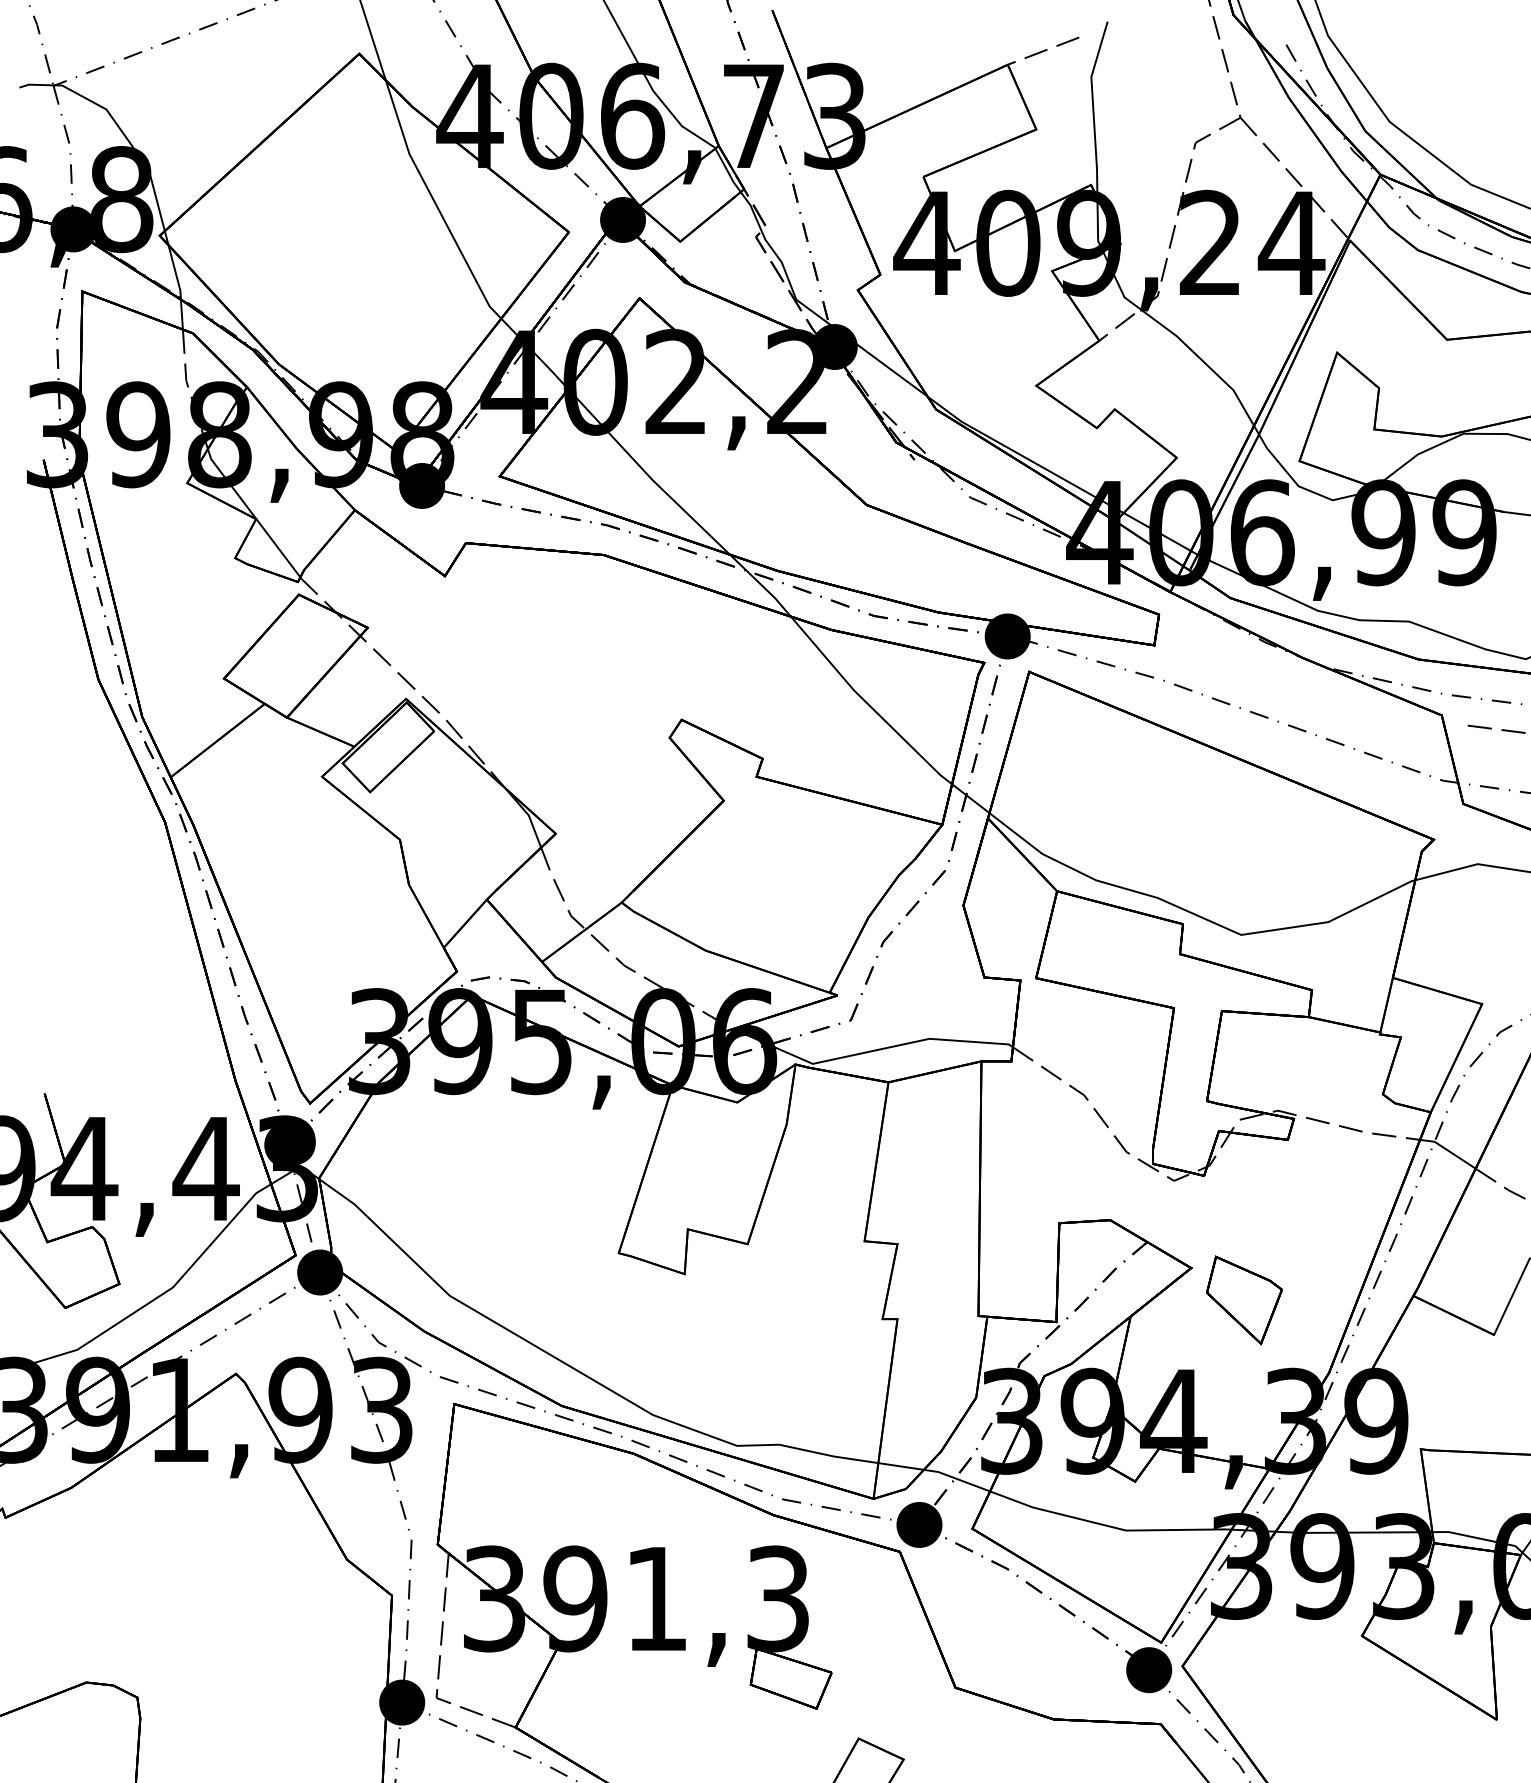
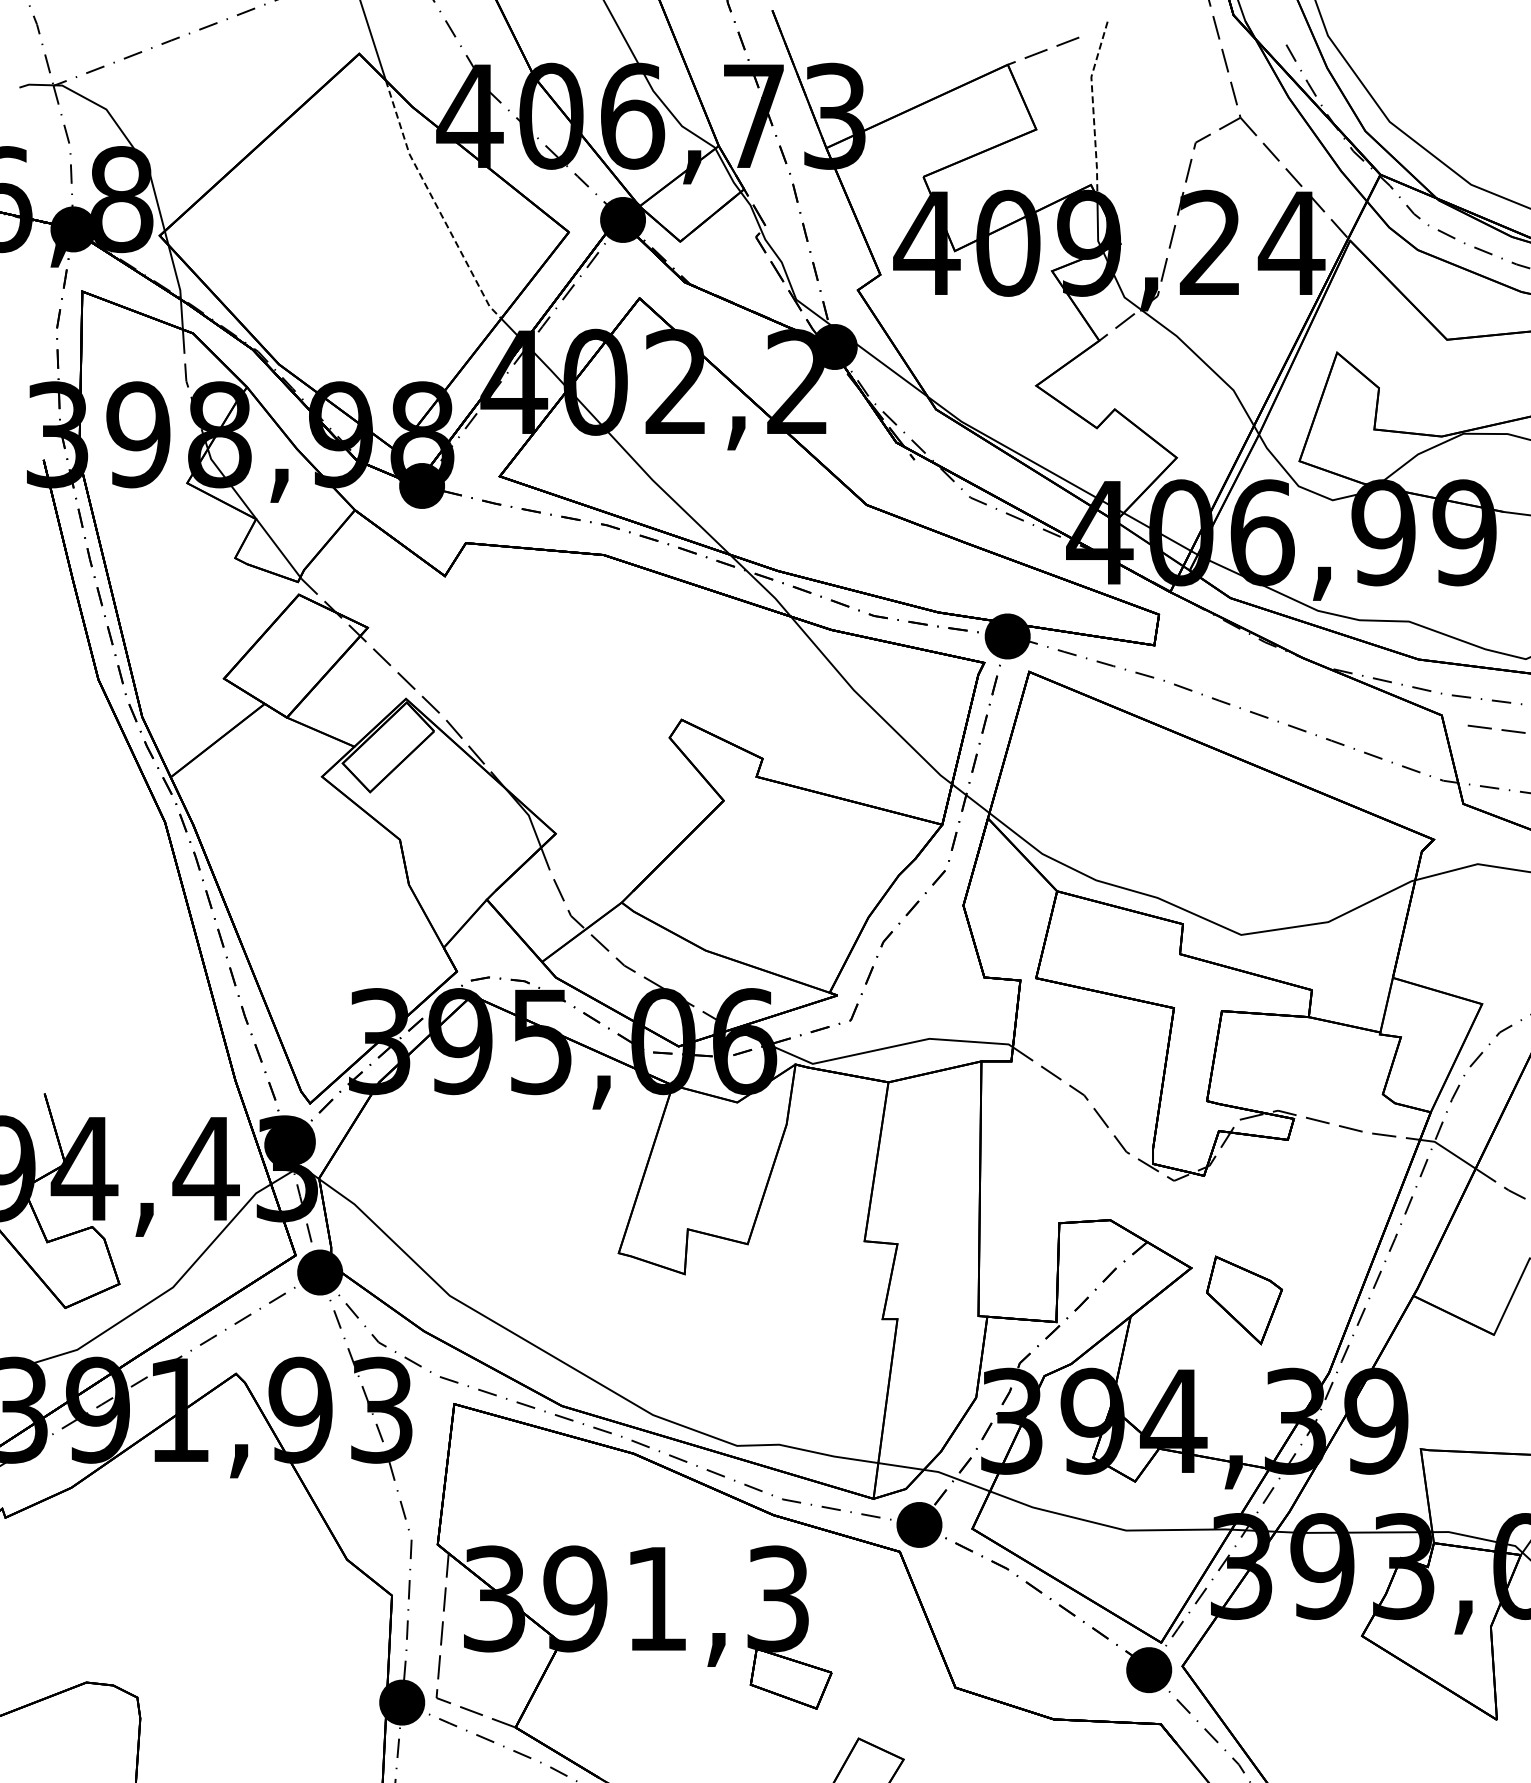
line at (1093, 108): solid -> dashed
line at (435, 203): solid -> dashed
